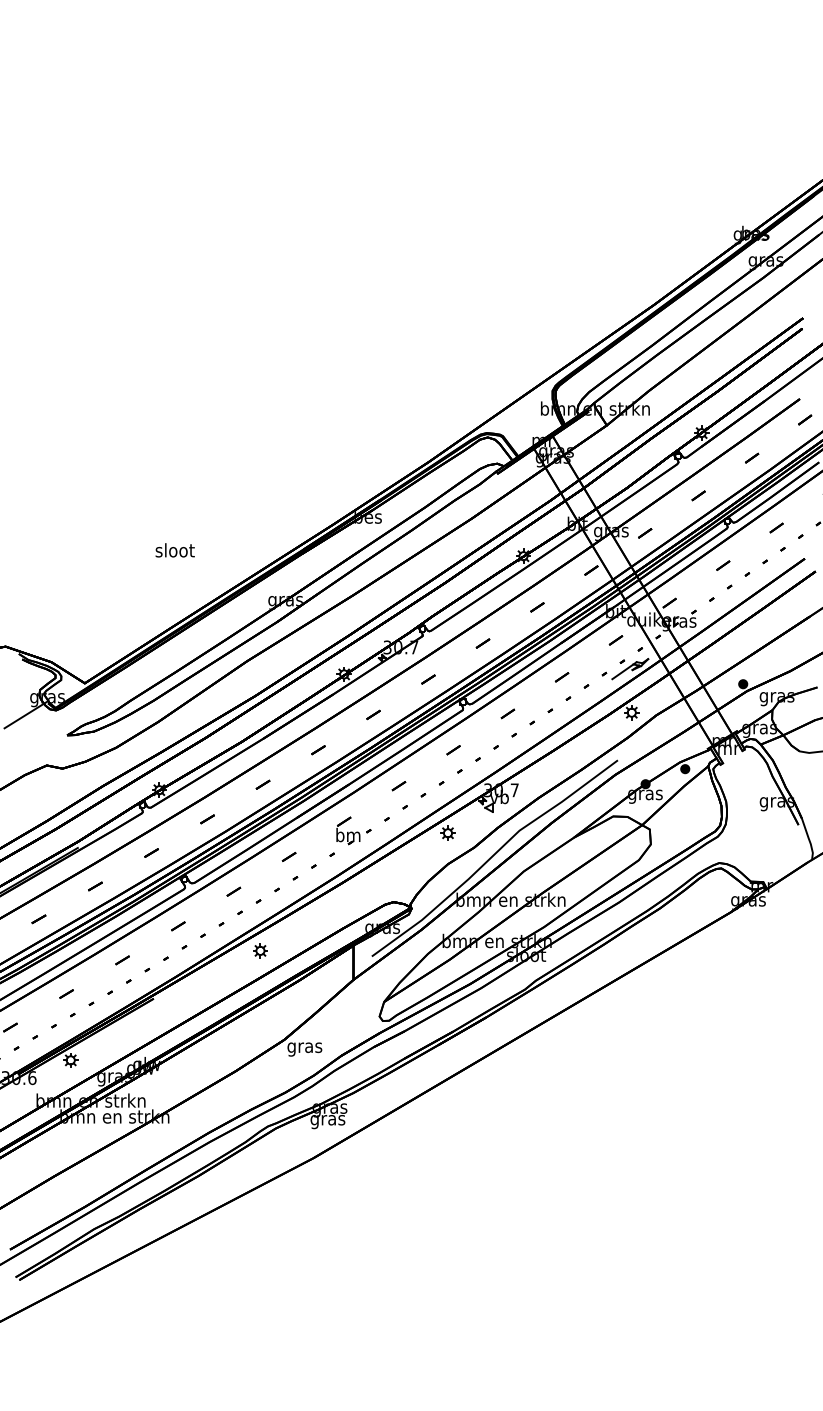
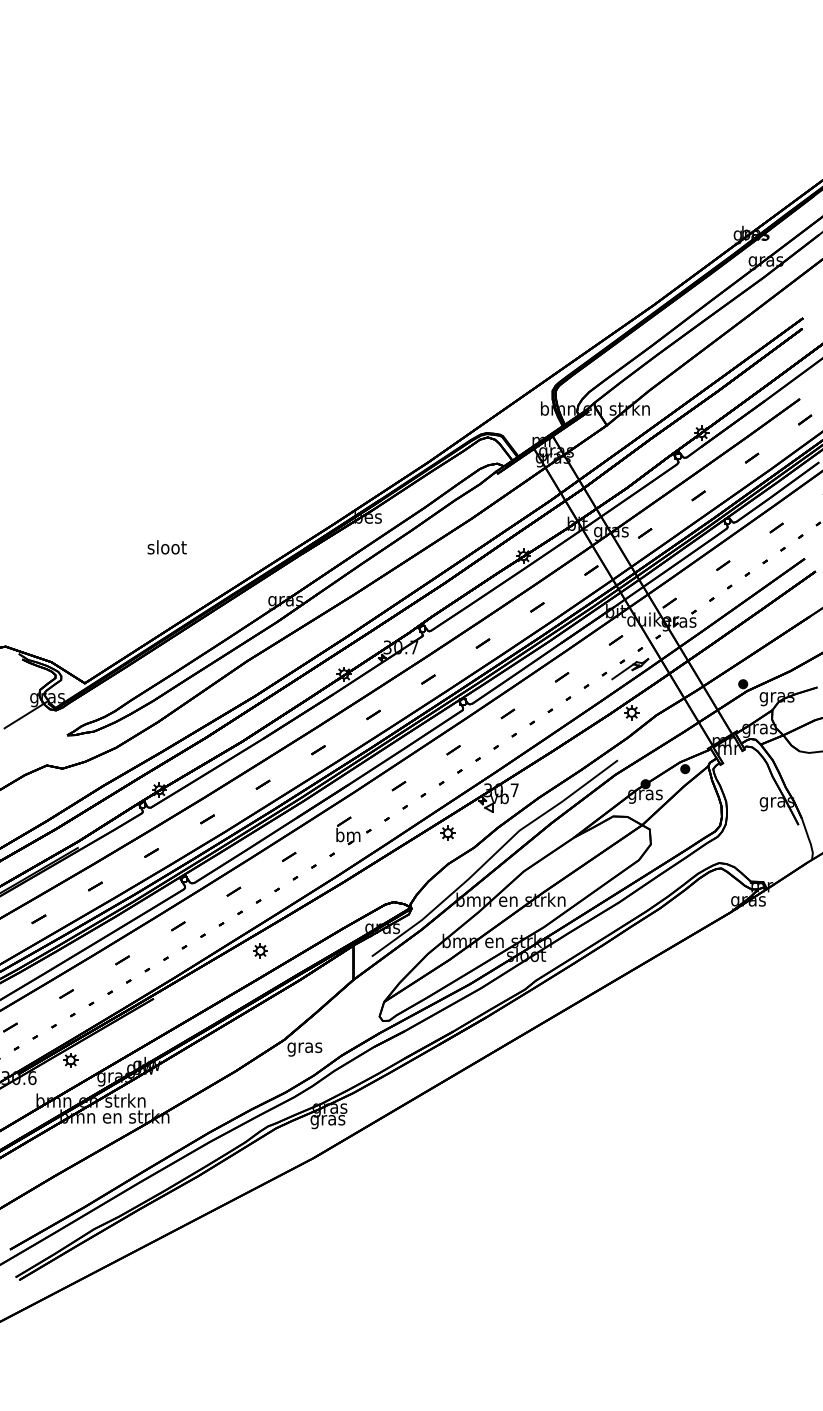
text at (174, 550) position: (174, 550) -> (166, 547)
